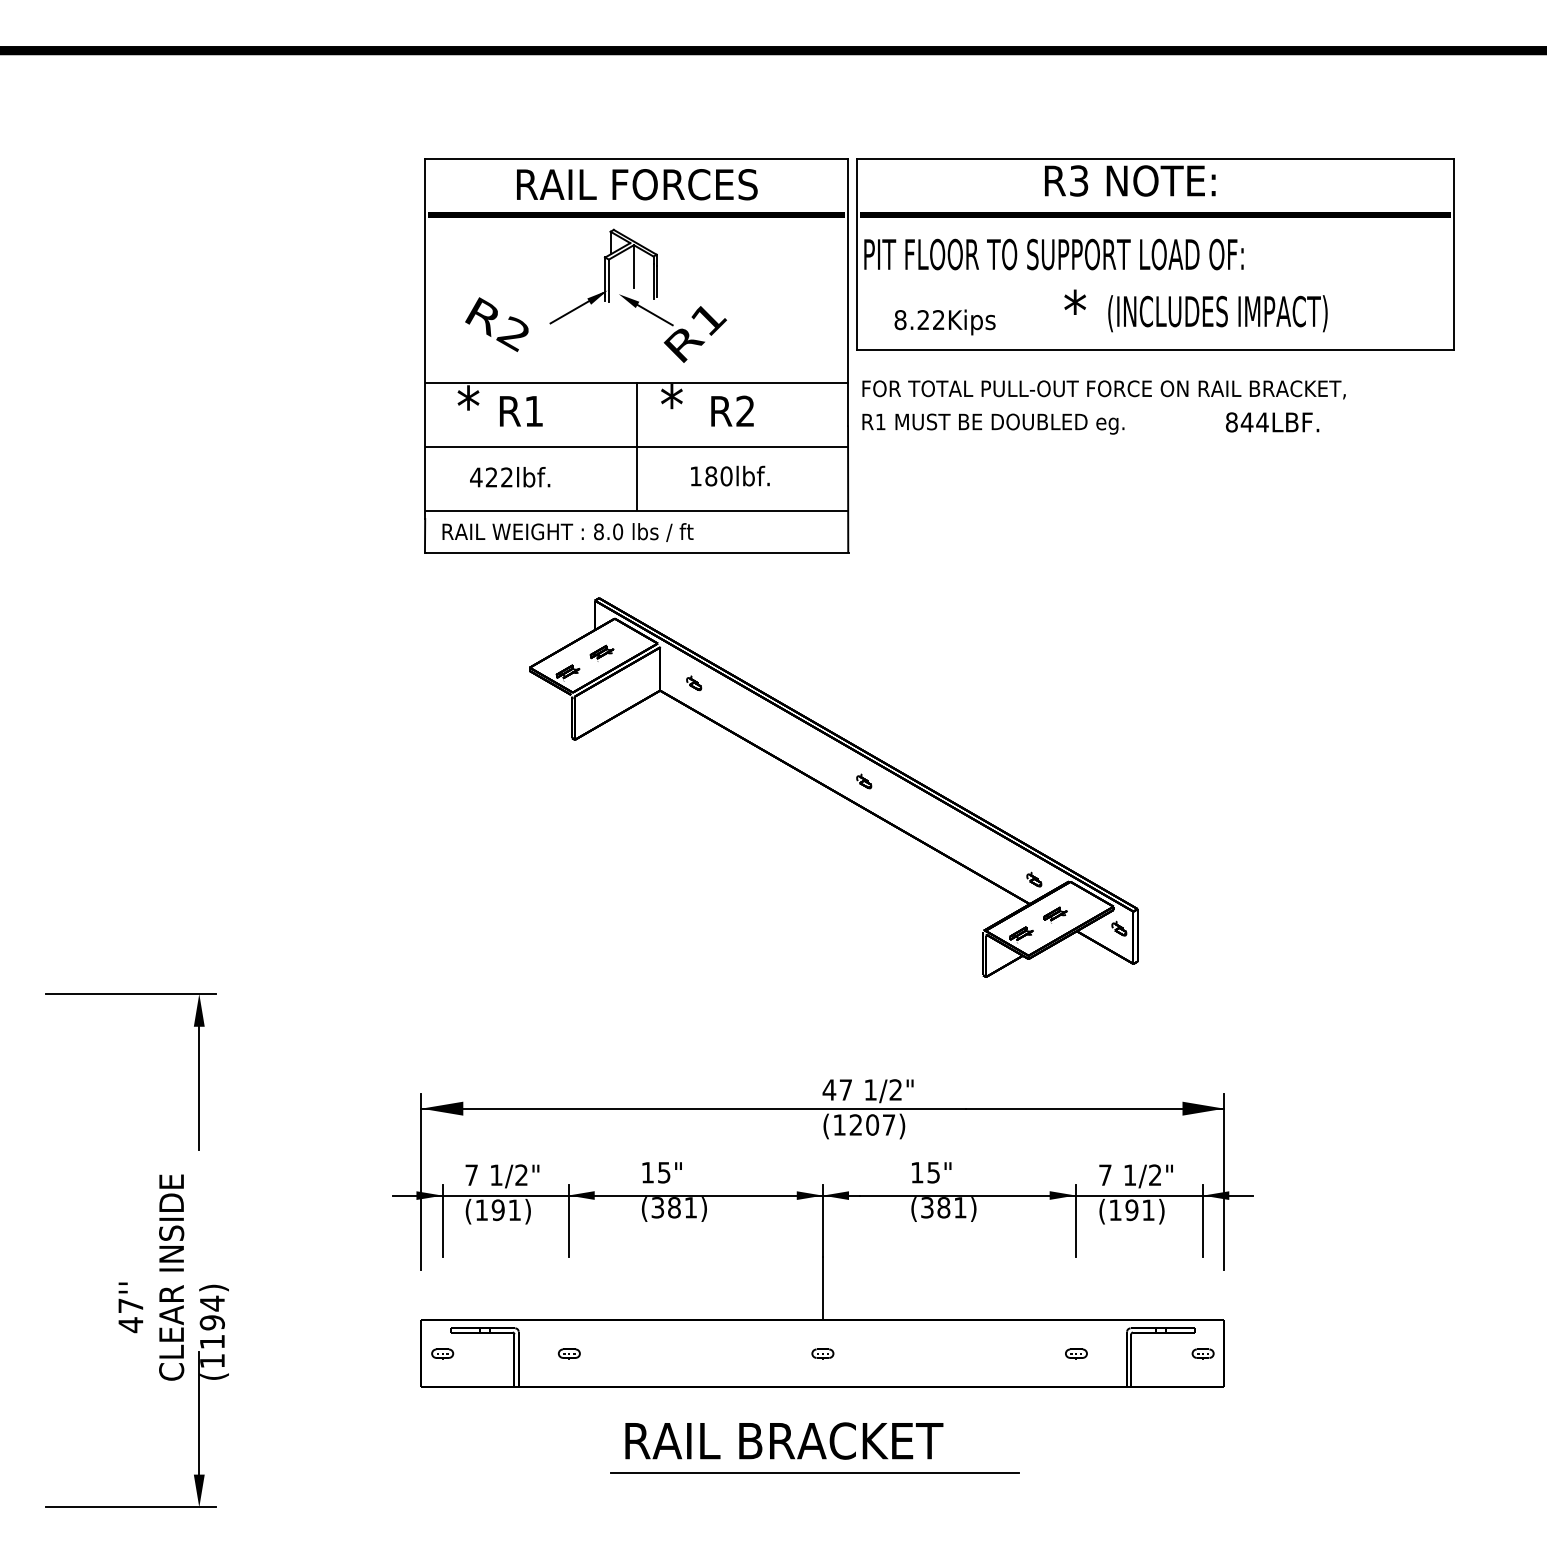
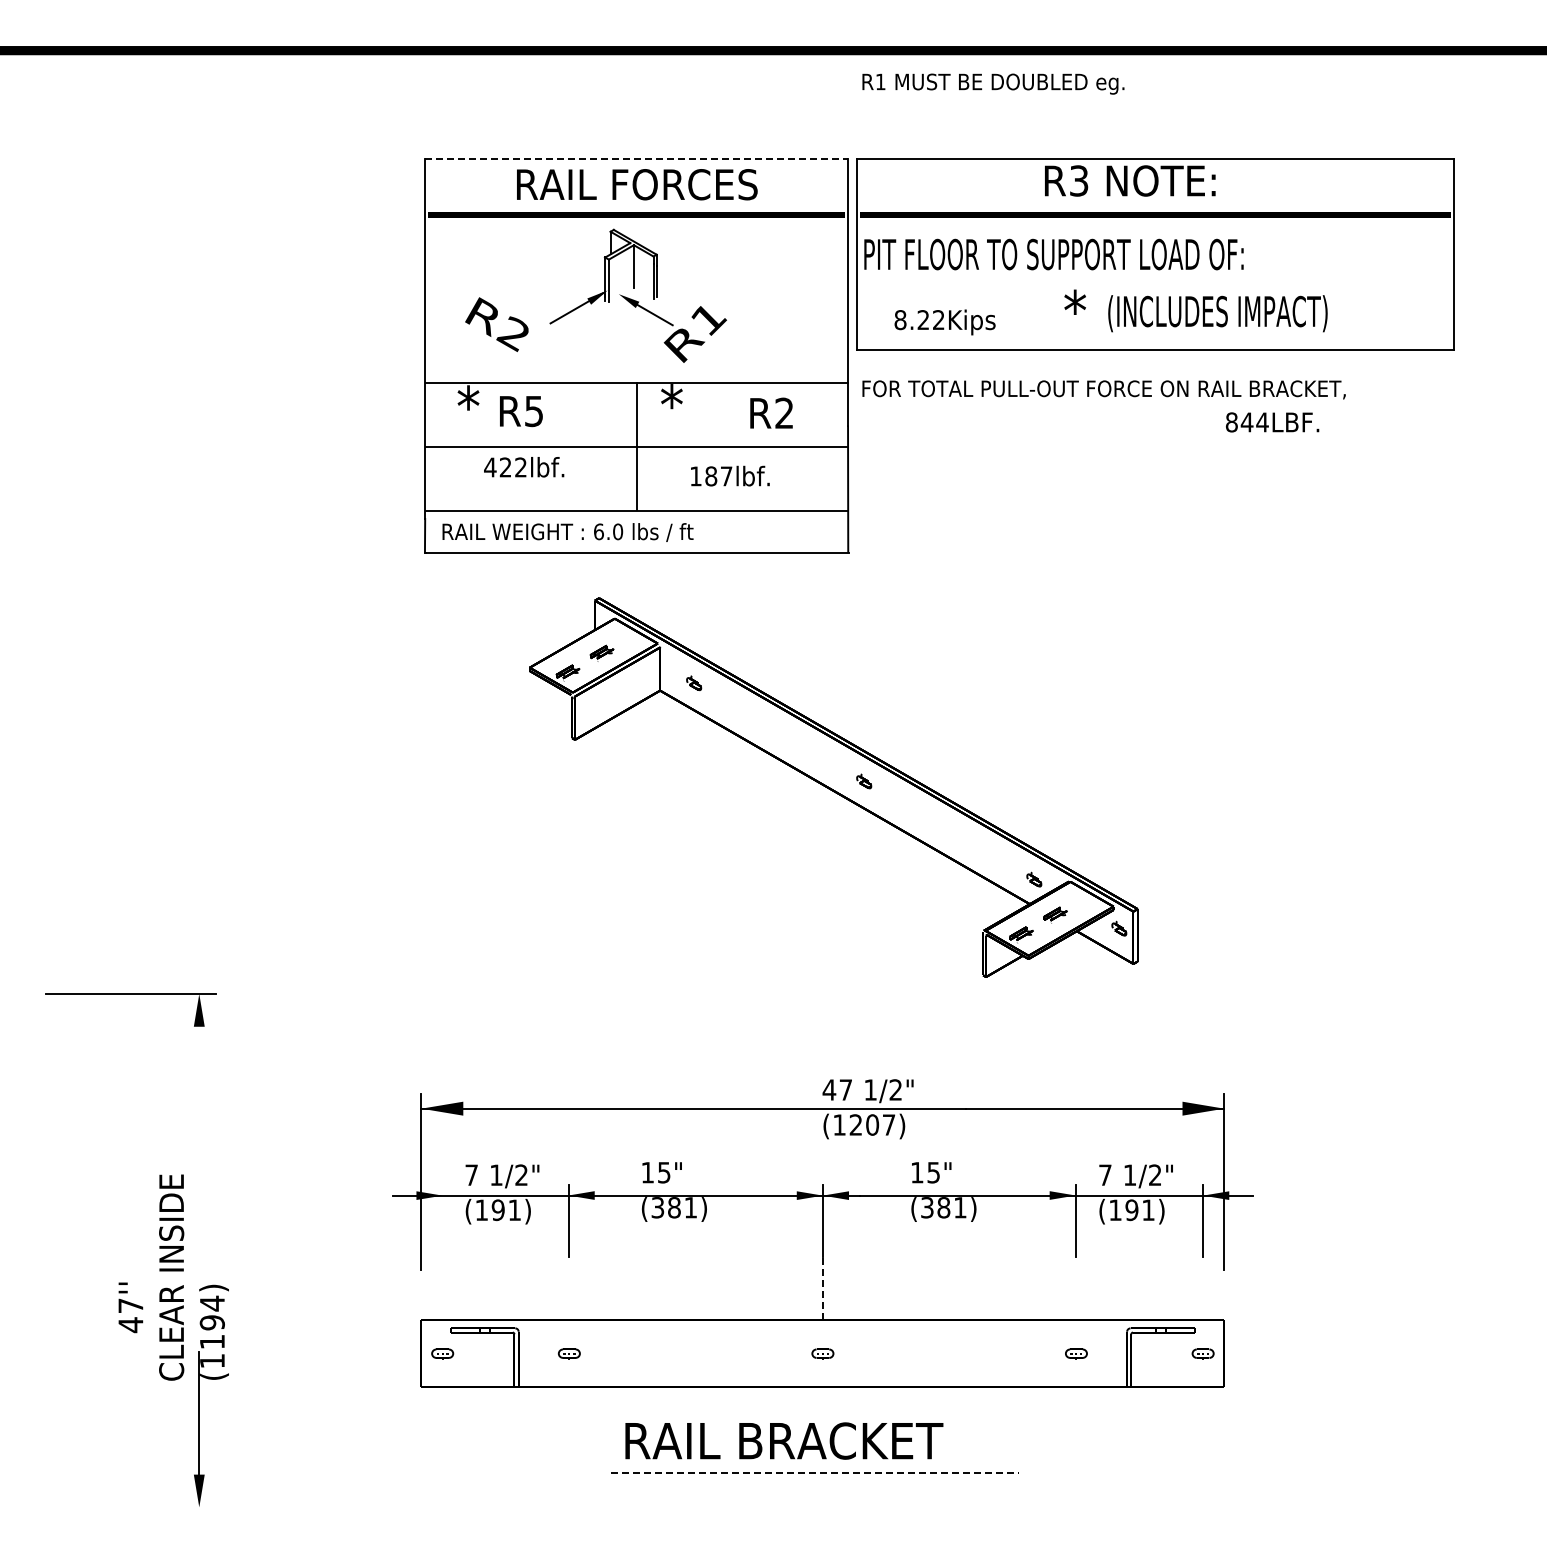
line at (637, 159): solid -> dashed
text at (732, 410) position: (732, 410) -> (771, 412)
text at (533, 411): R1 -> R5
text at (993, 423) position: (993, 423) -> (993, 83)
text at (726, 476): 180lbf. -> 187lbf.
text at (510, 477) position: (510, 477) -> (524, 467)
text at (598, 531): 8.0 -> 6.0
line at (199, 1087): present -> none
line at (442, 1221): present -> none
line at (822, 1288): solid -> dashed
line at (815, 1472): solid -> dashed
line at (130, 1507): present -> none
